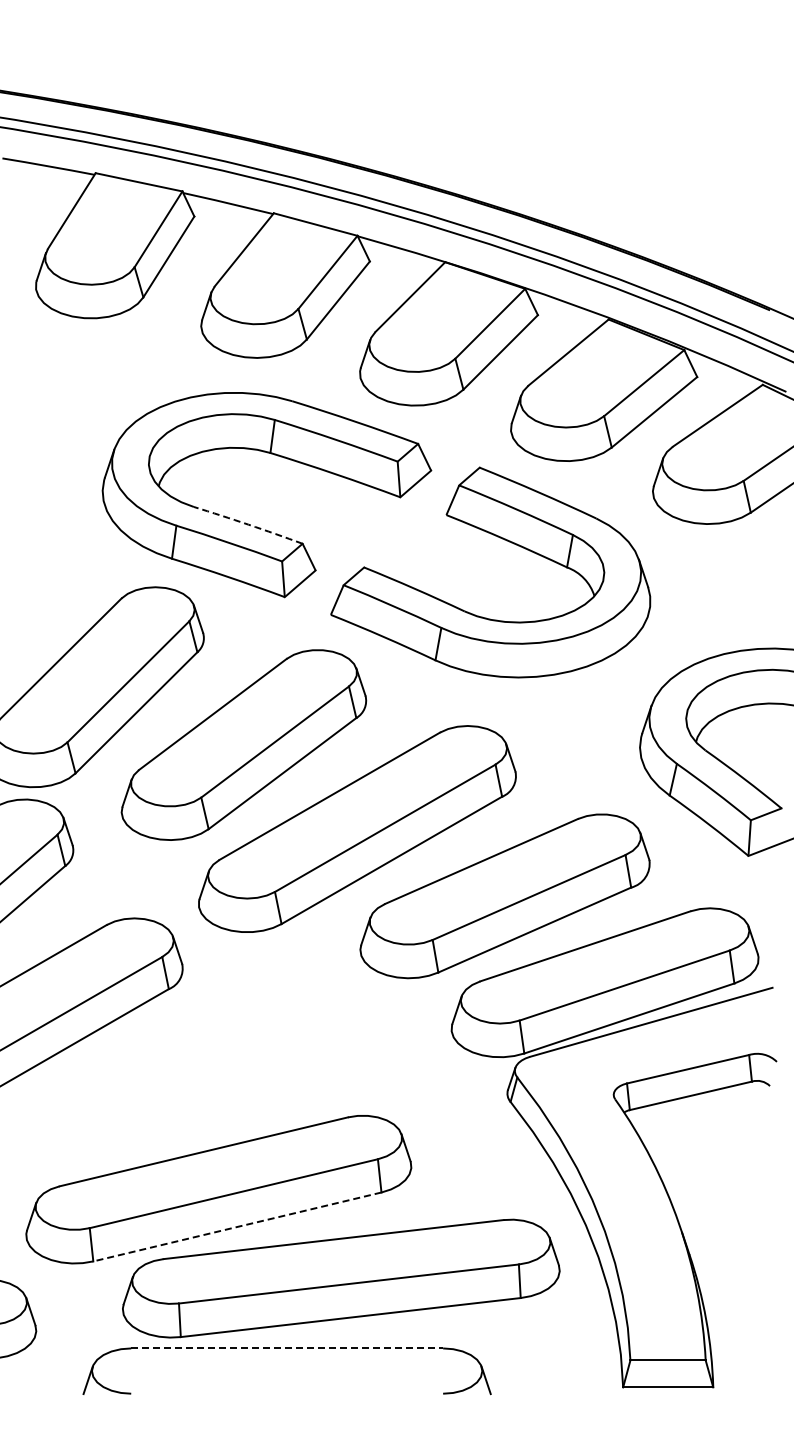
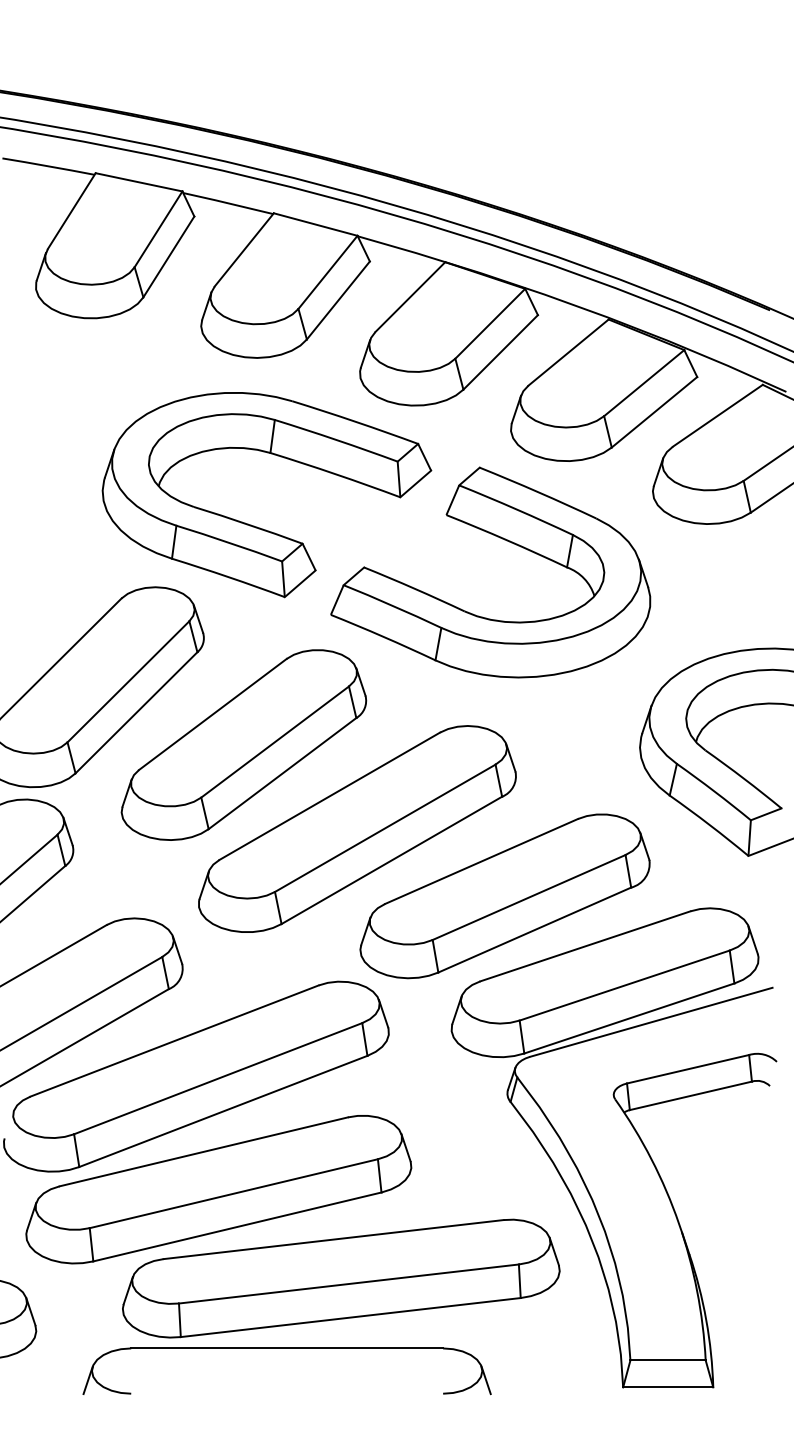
arc at (248, 524): dashed -> solid
part at (196, 1076): none -> present
line at (236, 1227): dashed -> solid
line at (287, 1348): dashed -> solid
